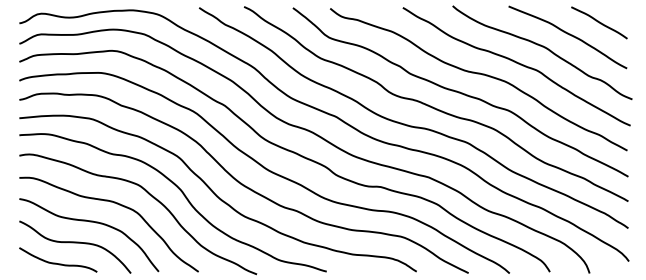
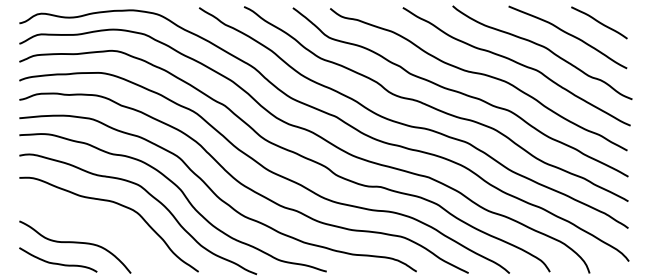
curve at (89, 222): present -> none
